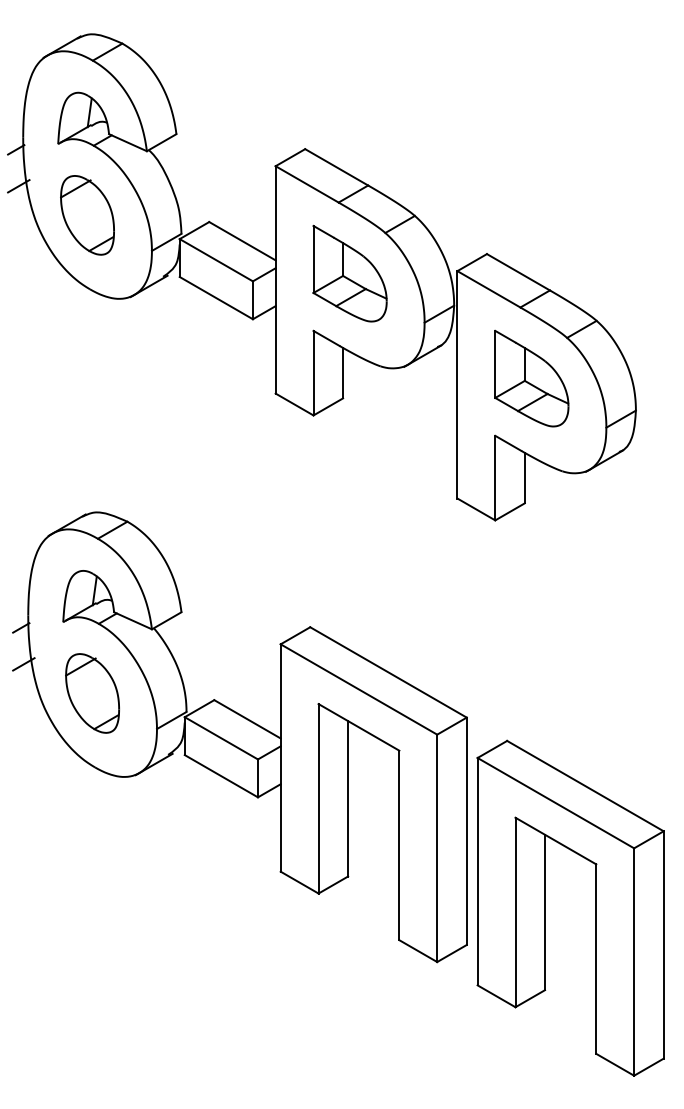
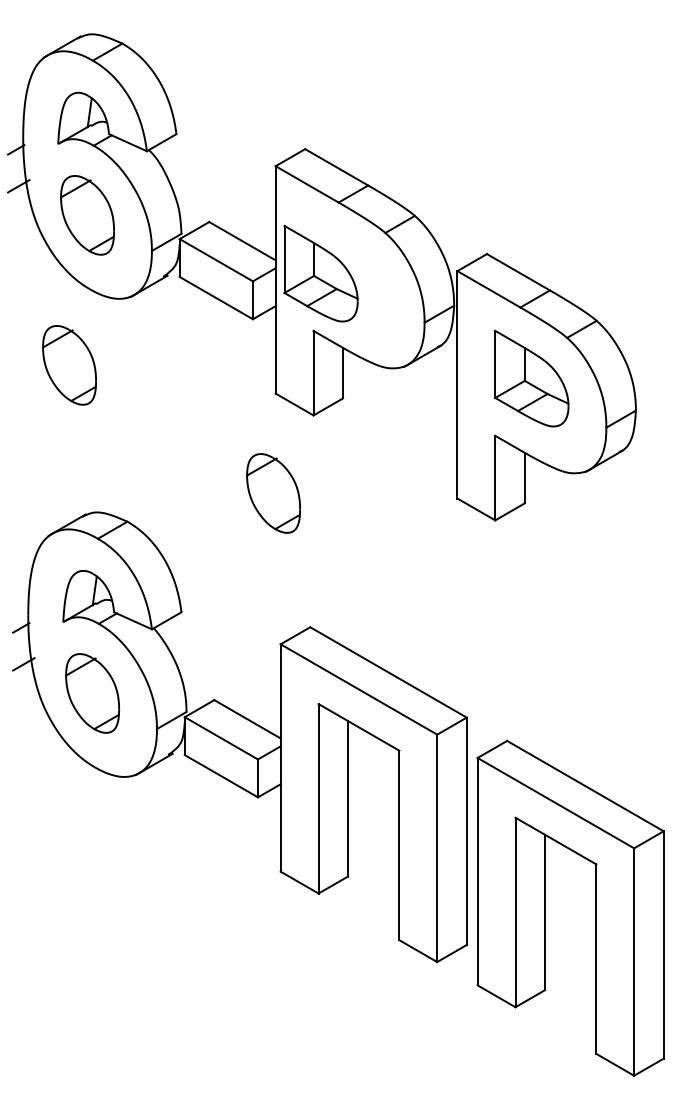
part at (349, 273) position: (349, 273) -> (320, 273)
part at (69, 365): none -> present
part at (273, 493): none -> present
